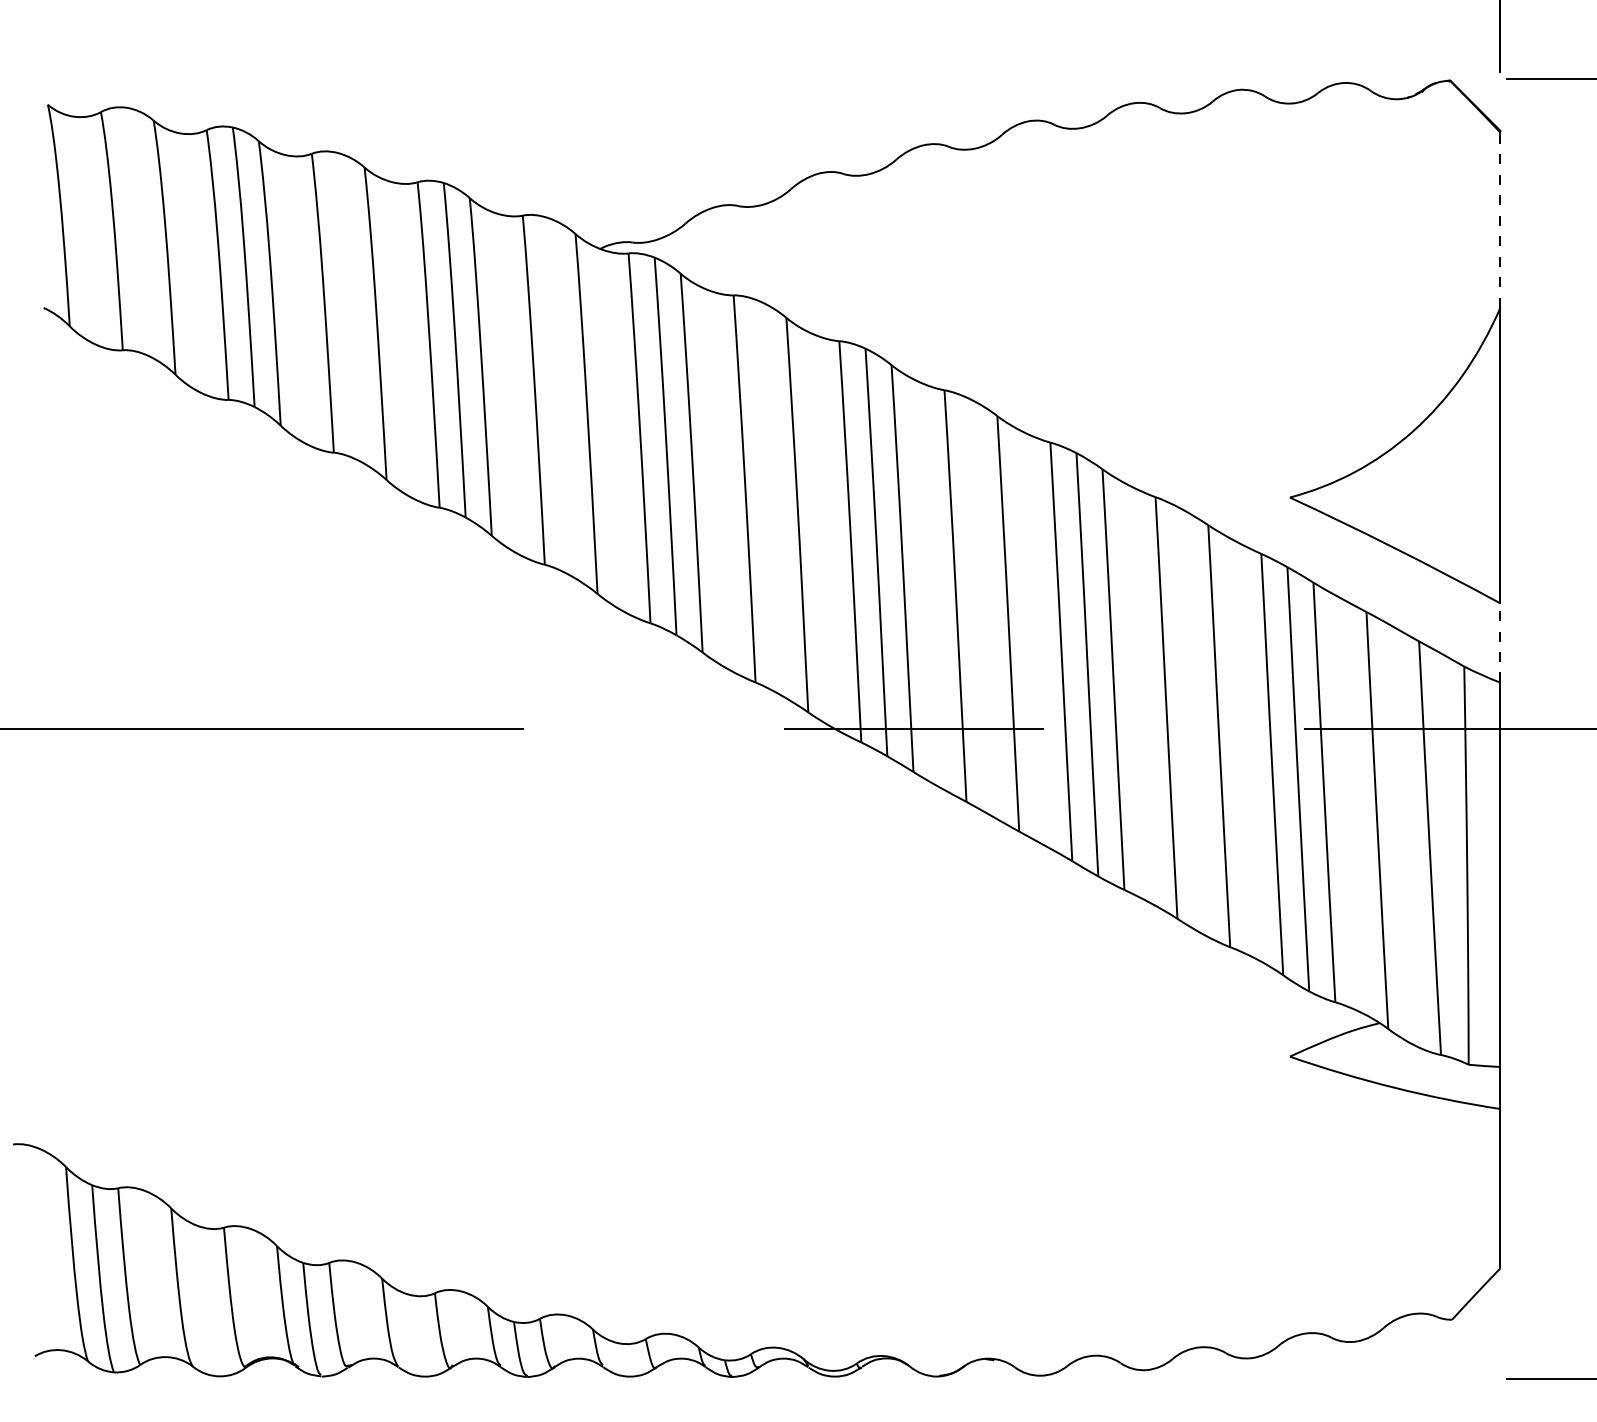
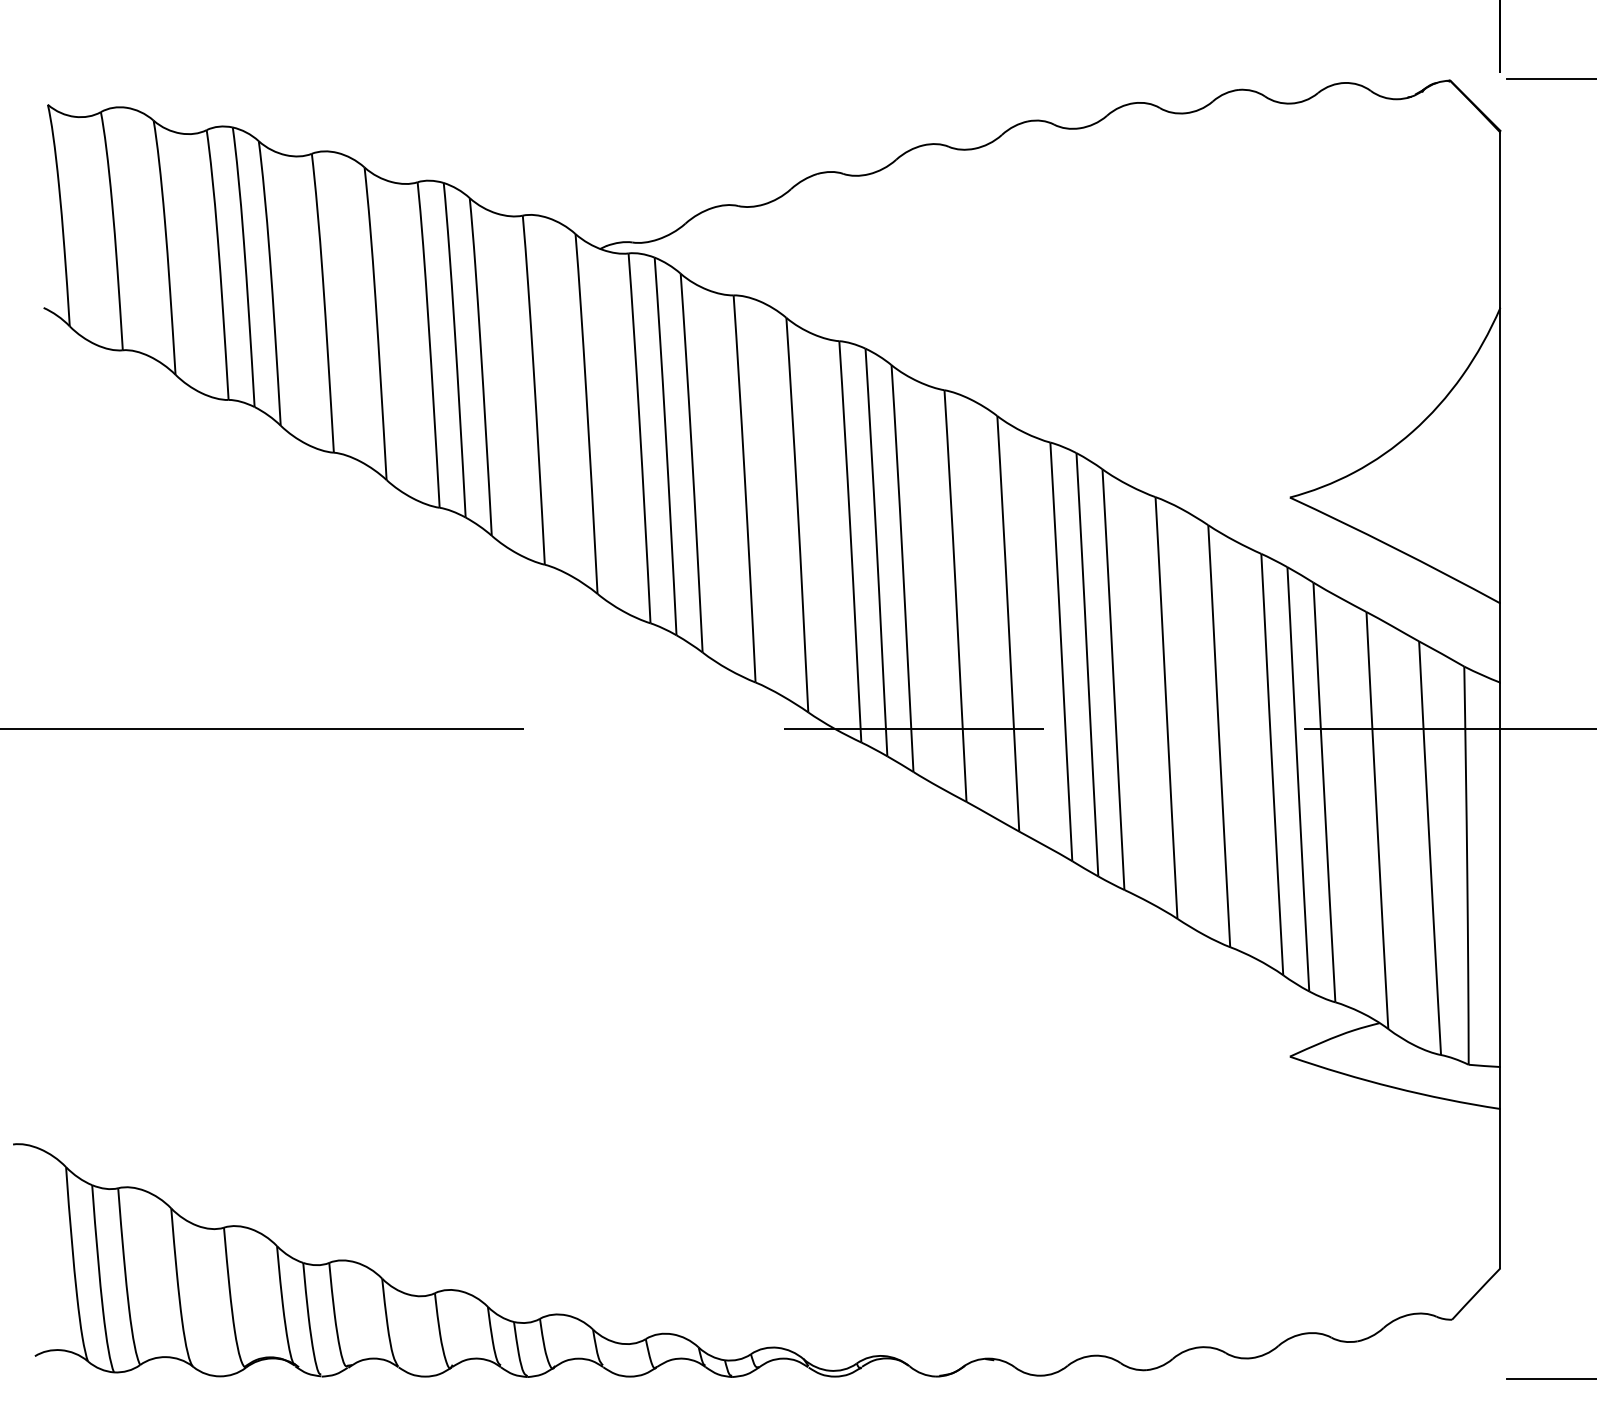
line at (1500, 220): dashed -> solid
line at (1500, 643): dashed -> solid
